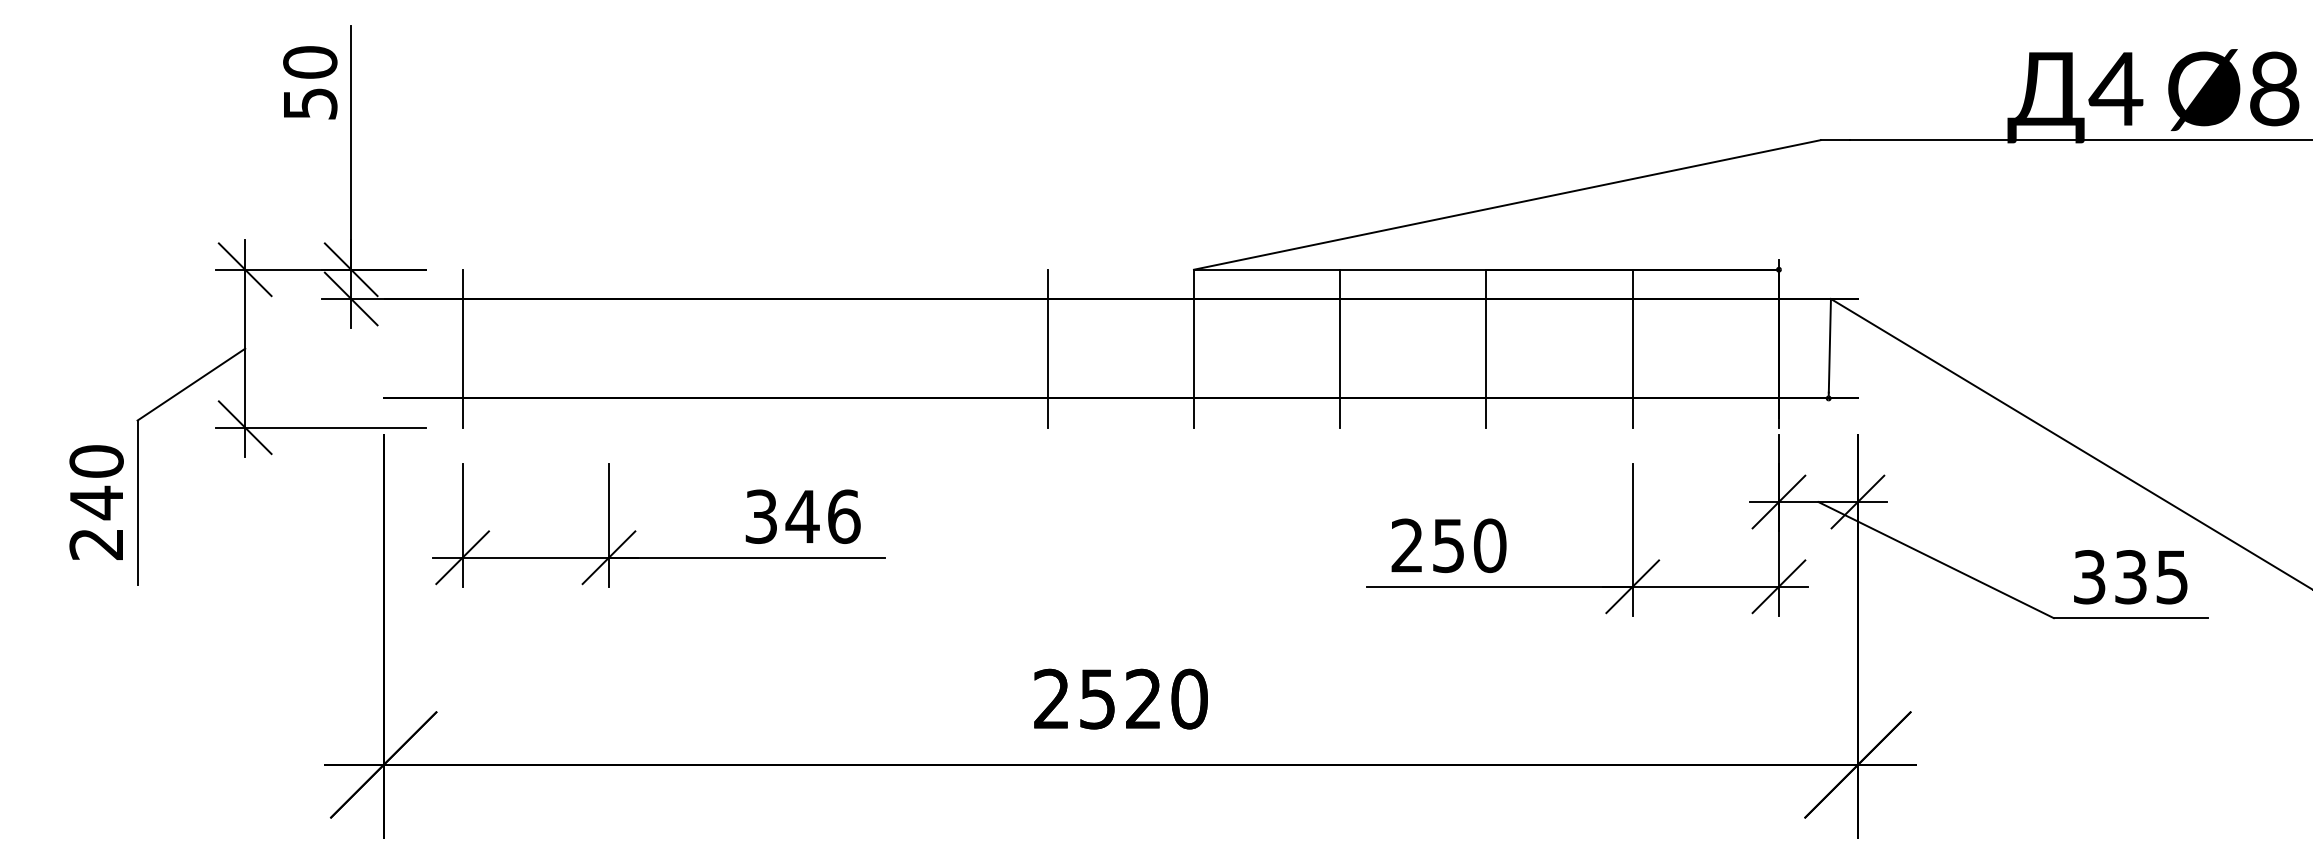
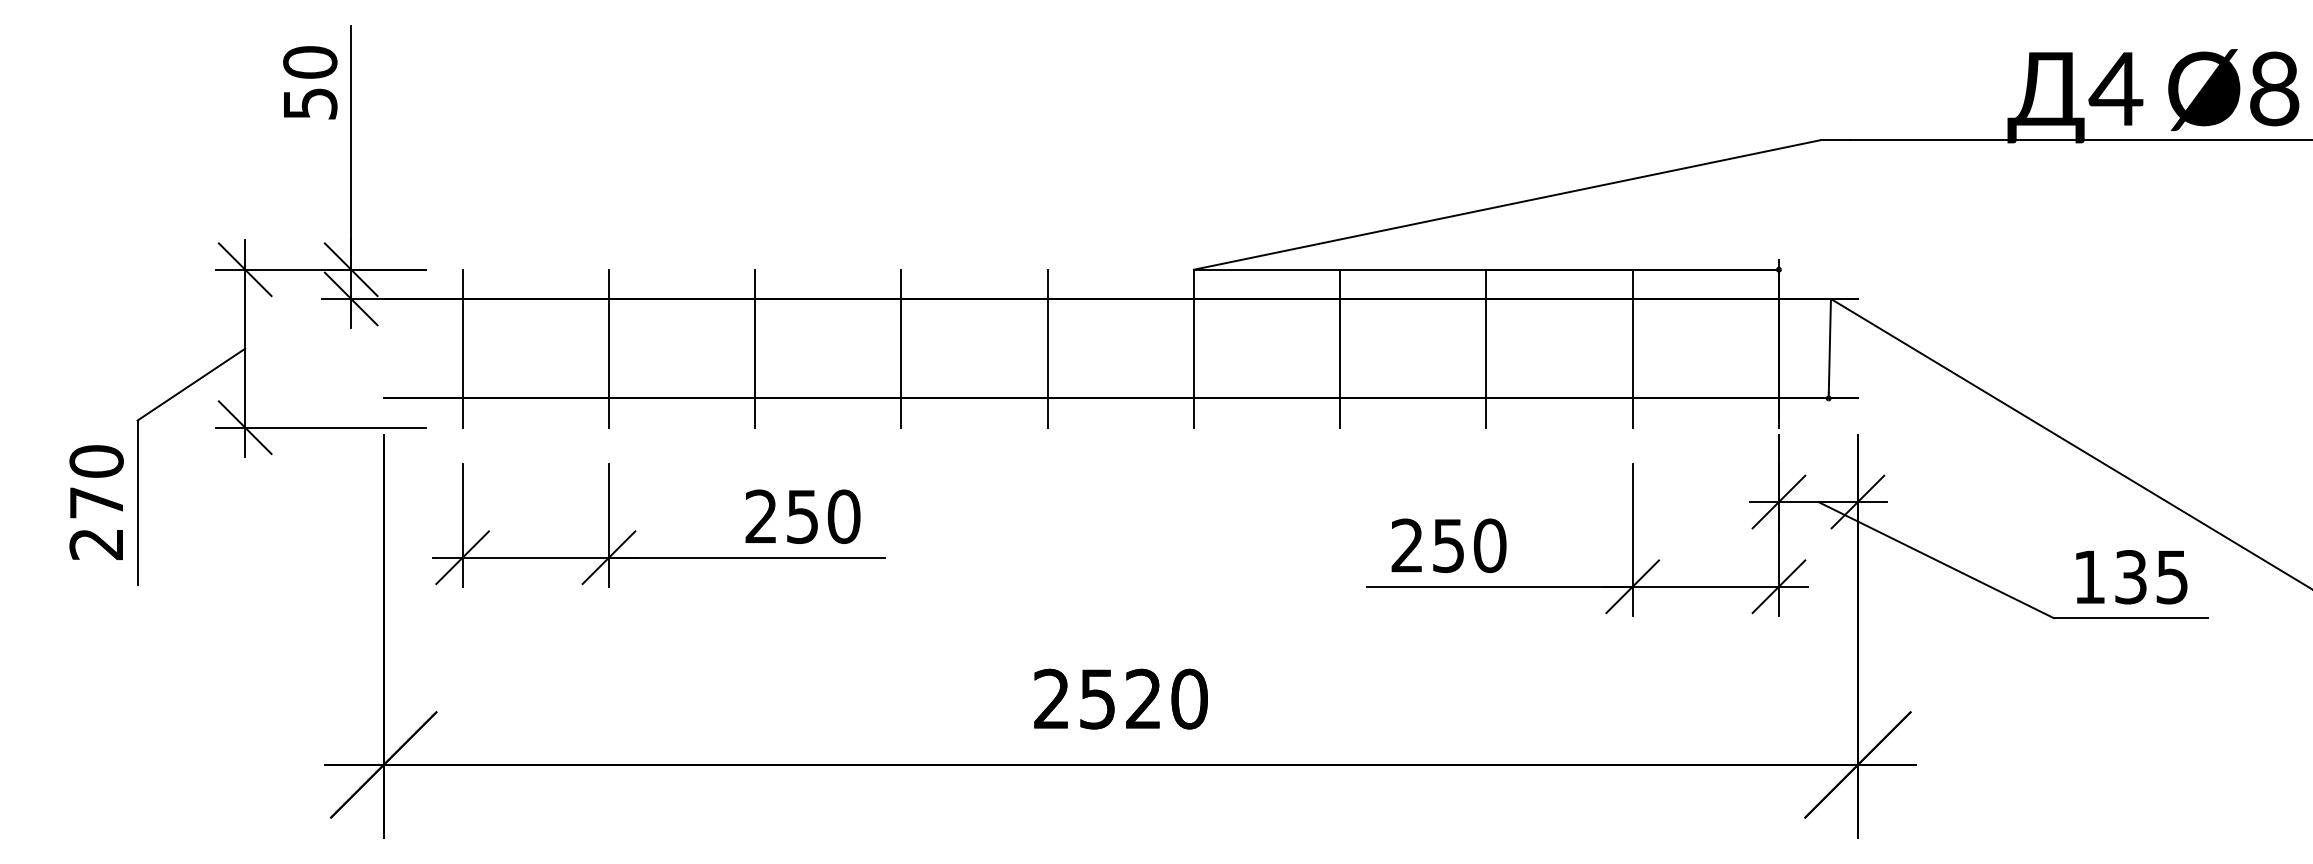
line at (608, 348): none -> present
line at (755, 348): none -> present
line at (901, 348): none -> present
text at (96, 502): 240 -> 270
text at (802, 516): 346 -> 250
text at (2089, 577): 335 -> 135
